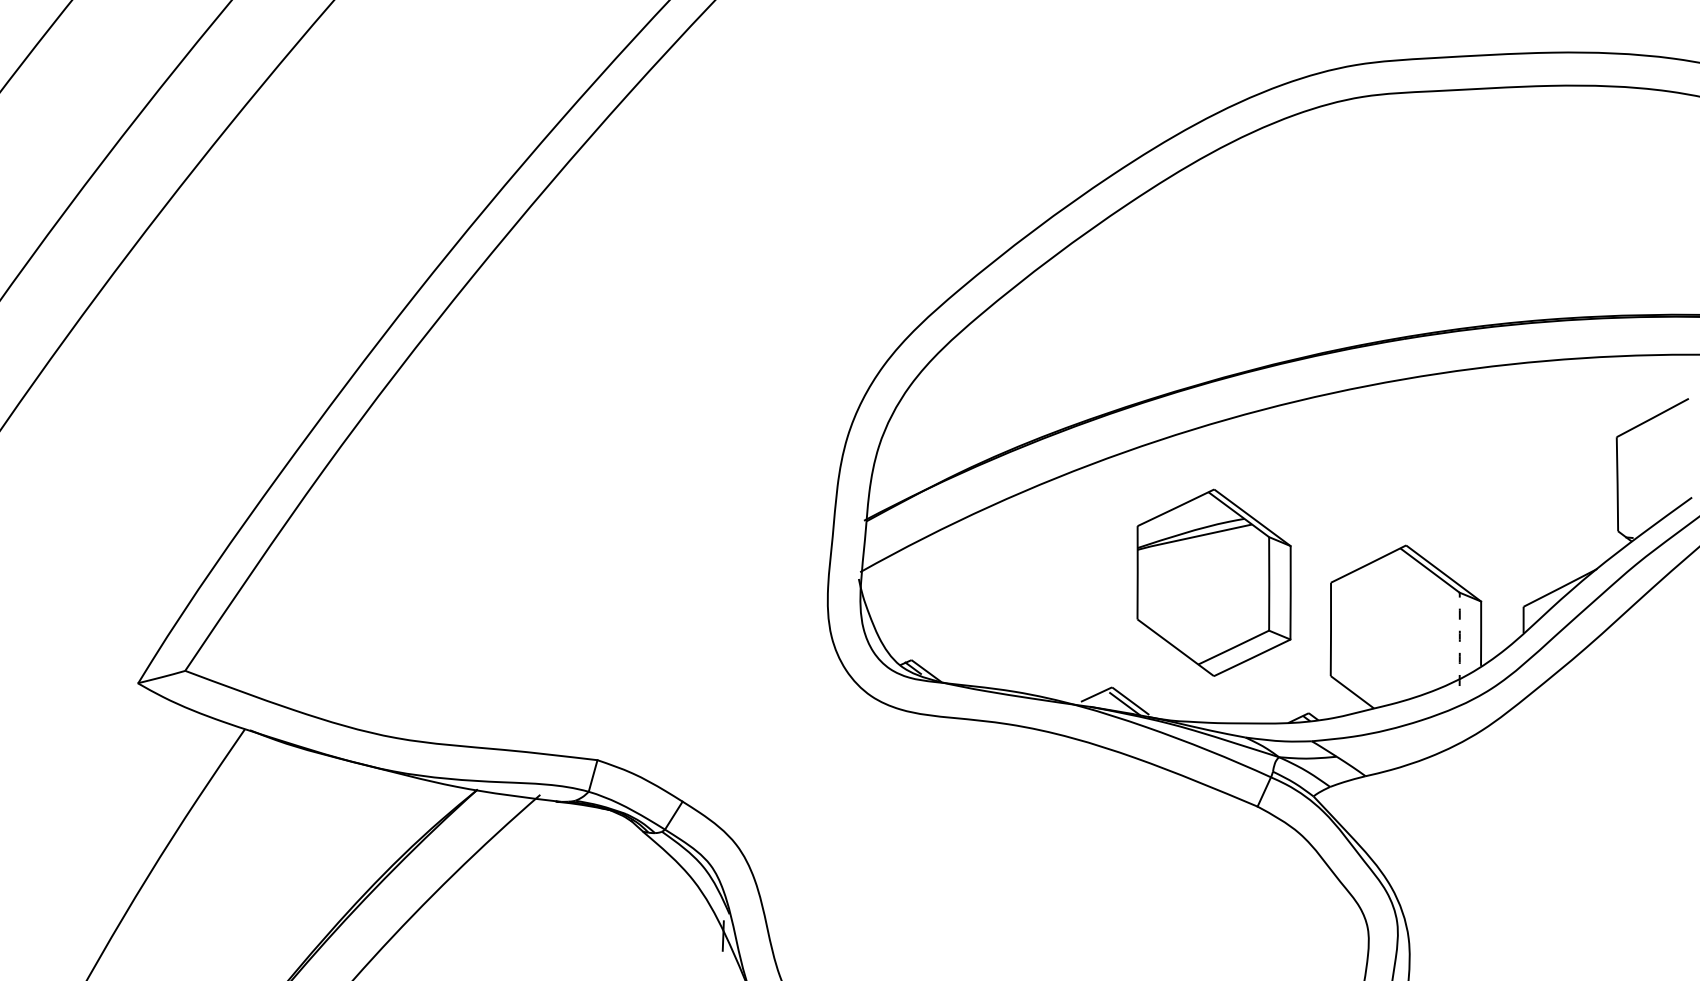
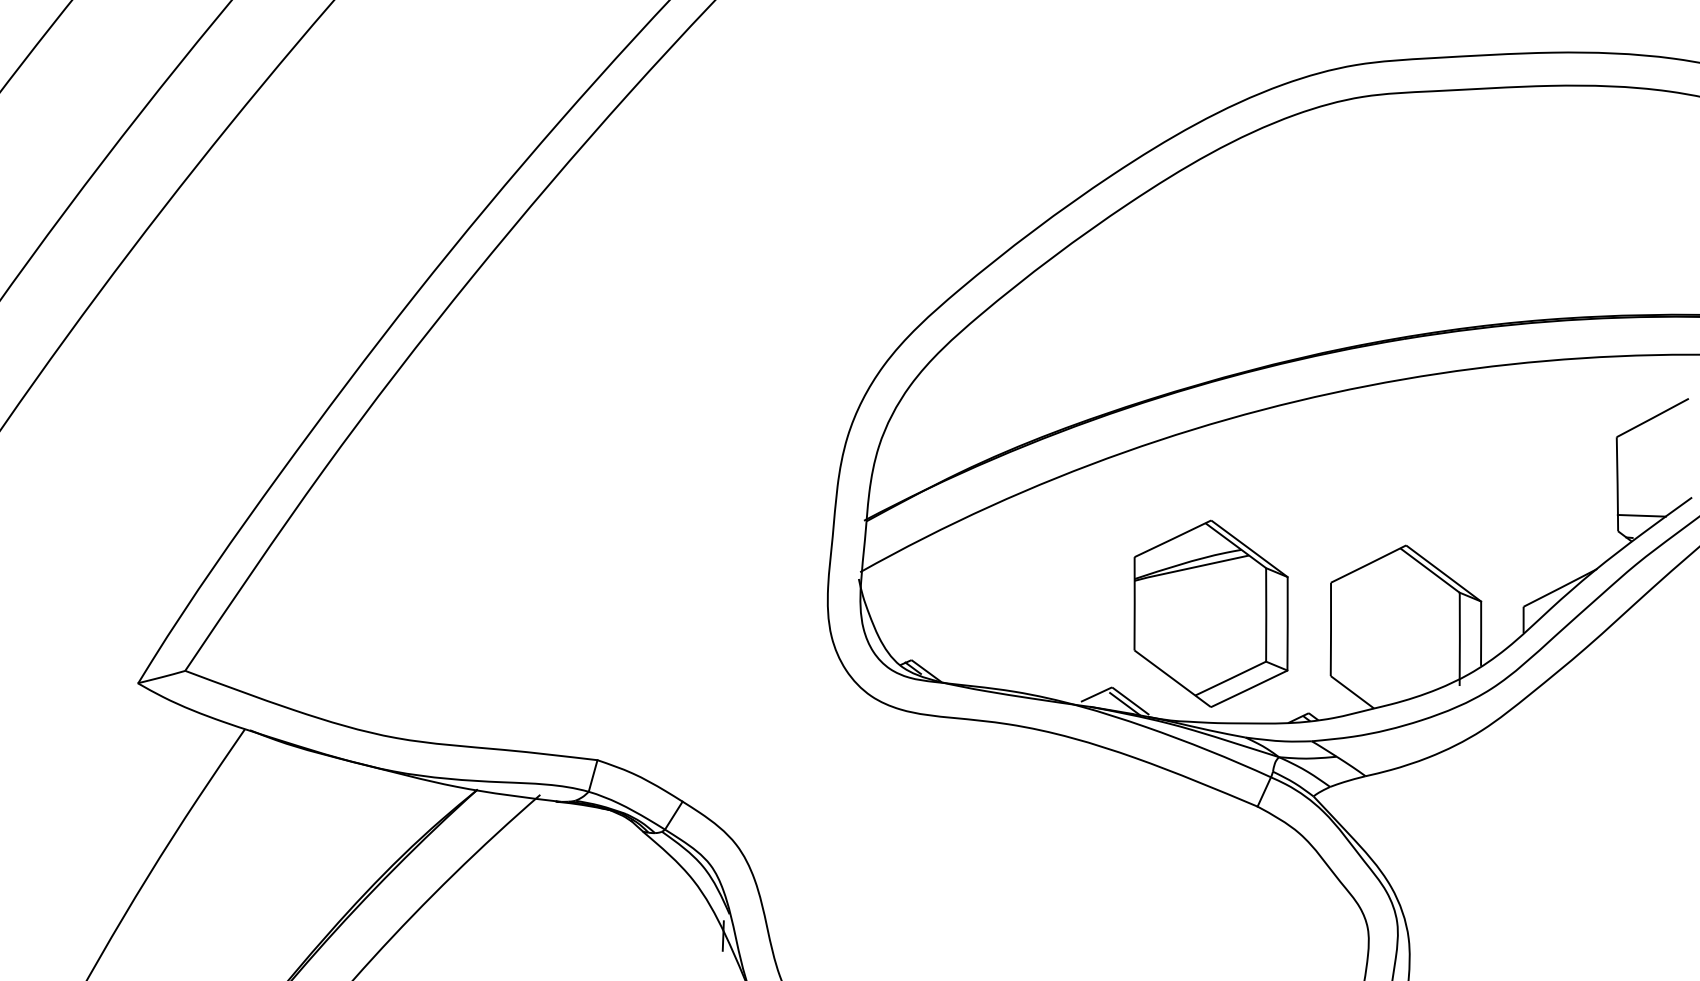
line at (1641, 515): none -> present
part at (1213, 582) position: (1213, 582) -> (1210, 613)
arc at (1459, 639): dashed -> solid
